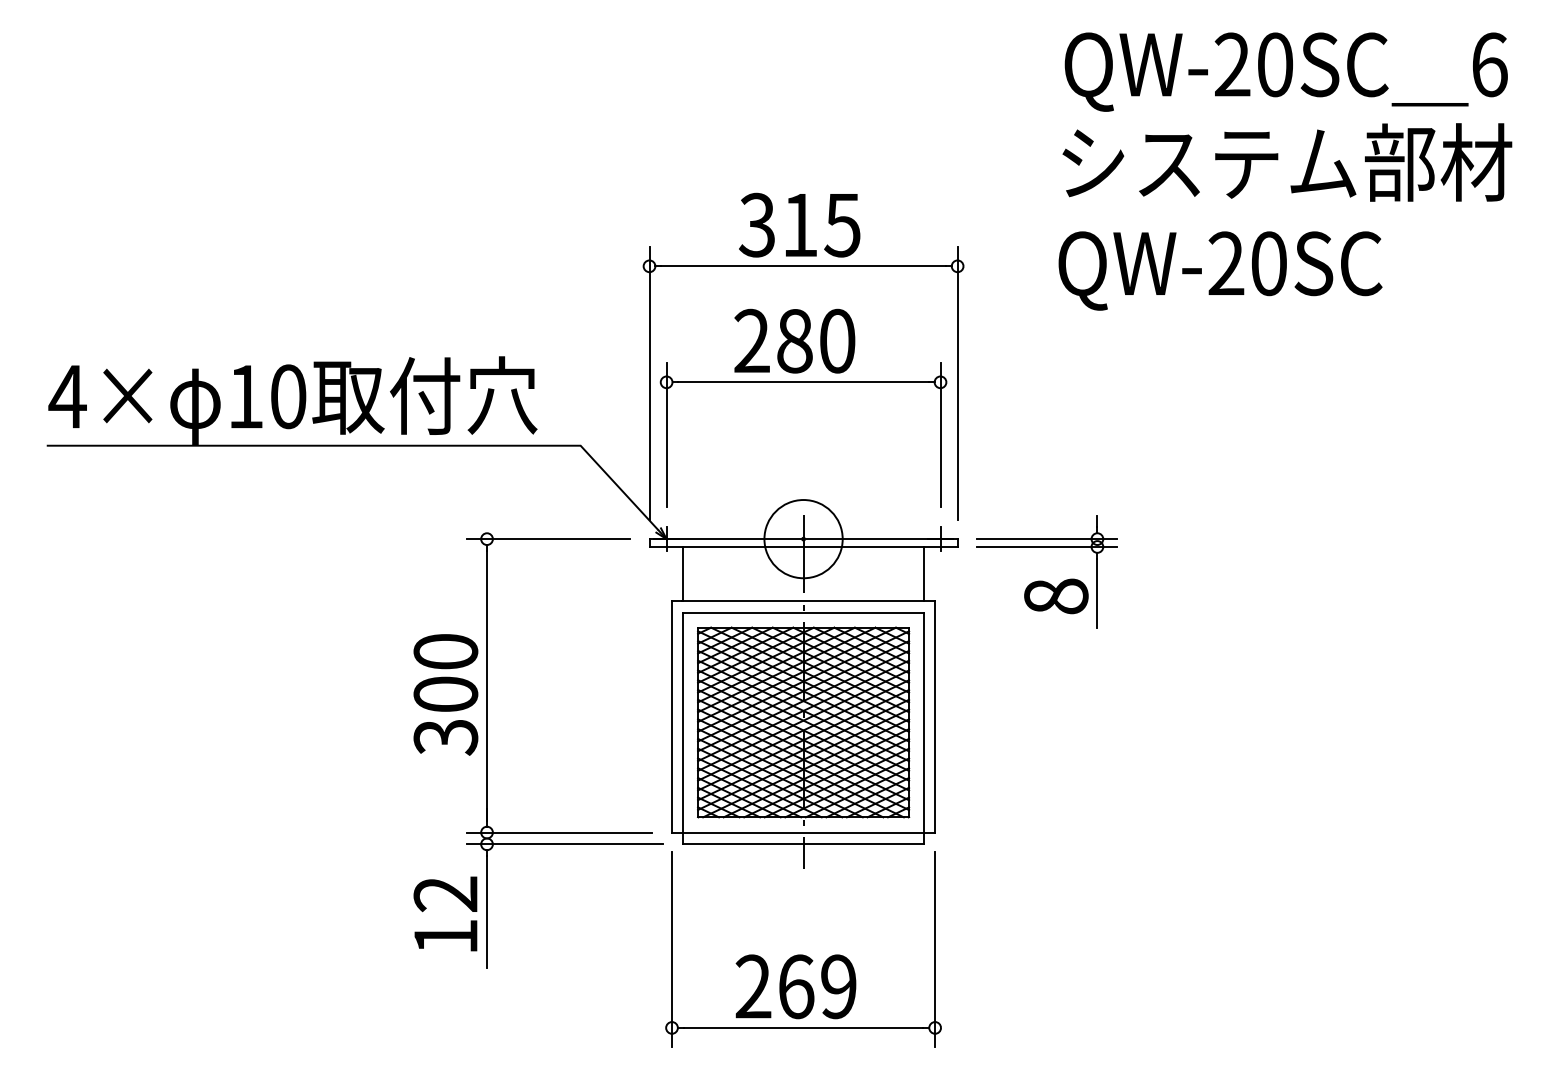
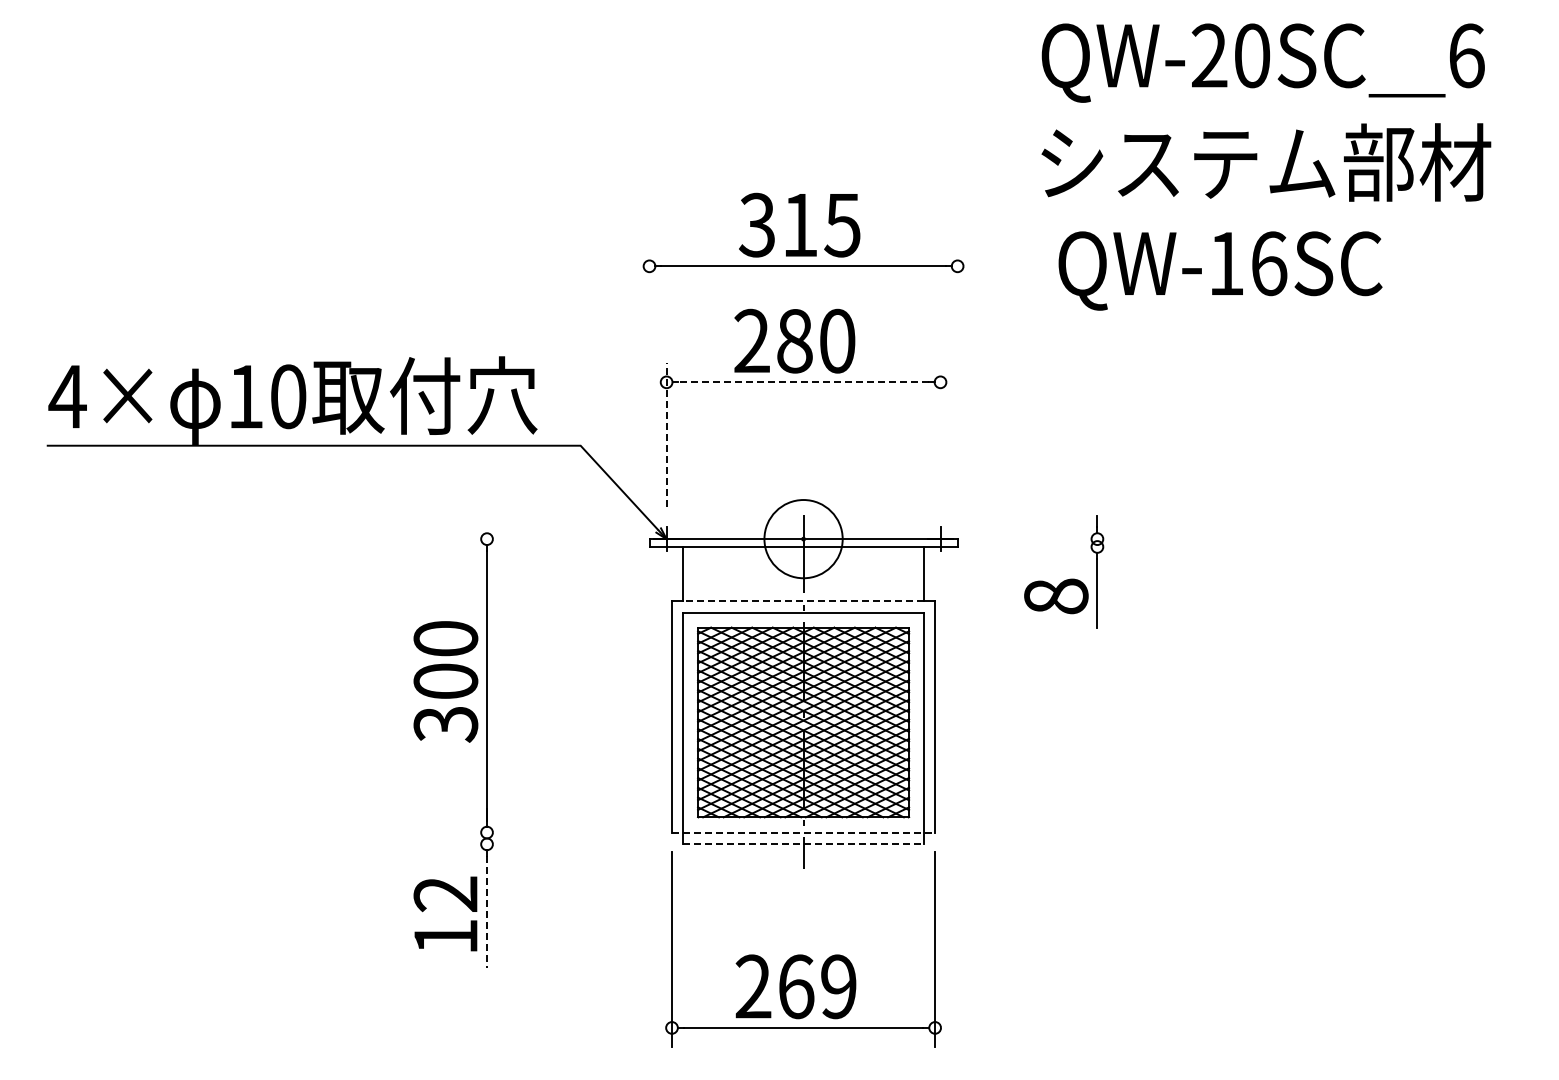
text at (1285, 71) position: (1285, 71) -> (1262, 62)
text at (1287, 162) position: (1287, 162) -> (1266, 162)
text at (1247, 263): QW-20SC -> QW-16SC
line at (649, 382): present -> none
line at (803, 382): solid -> dashed
line at (957, 382): present -> none
line at (666, 434): solid -> dashed
line at (940, 434): present -> none
line at (548, 539): present -> none
line at (1046, 539): present -> none
line at (1046, 546): present -> none
line at (802, 600): solid -> dashed
text at (445, 694) position: (445, 694) -> (445, 681)
line at (559, 832): present -> none
line at (803, 832): solid -> dashed
line at (565, 844): present -> none
line at (803, 844): solid -> dashed
line at (487, 911): solid -> dashed
